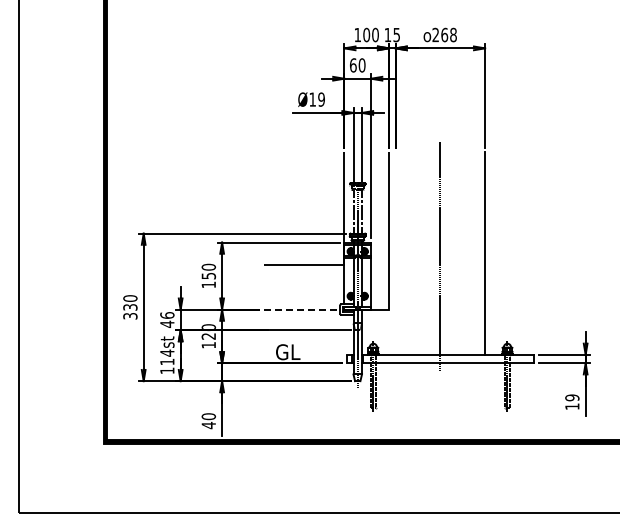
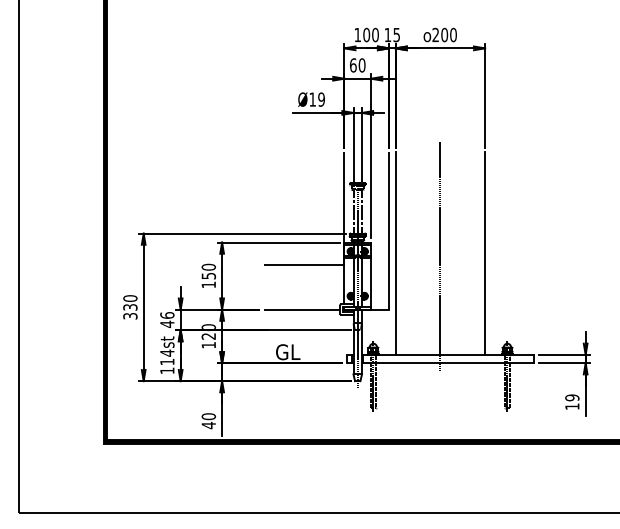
text at (448, 34): 268 -> 200
line at (395, 252): none -> present
line at (302, 309): dashed -> solid
